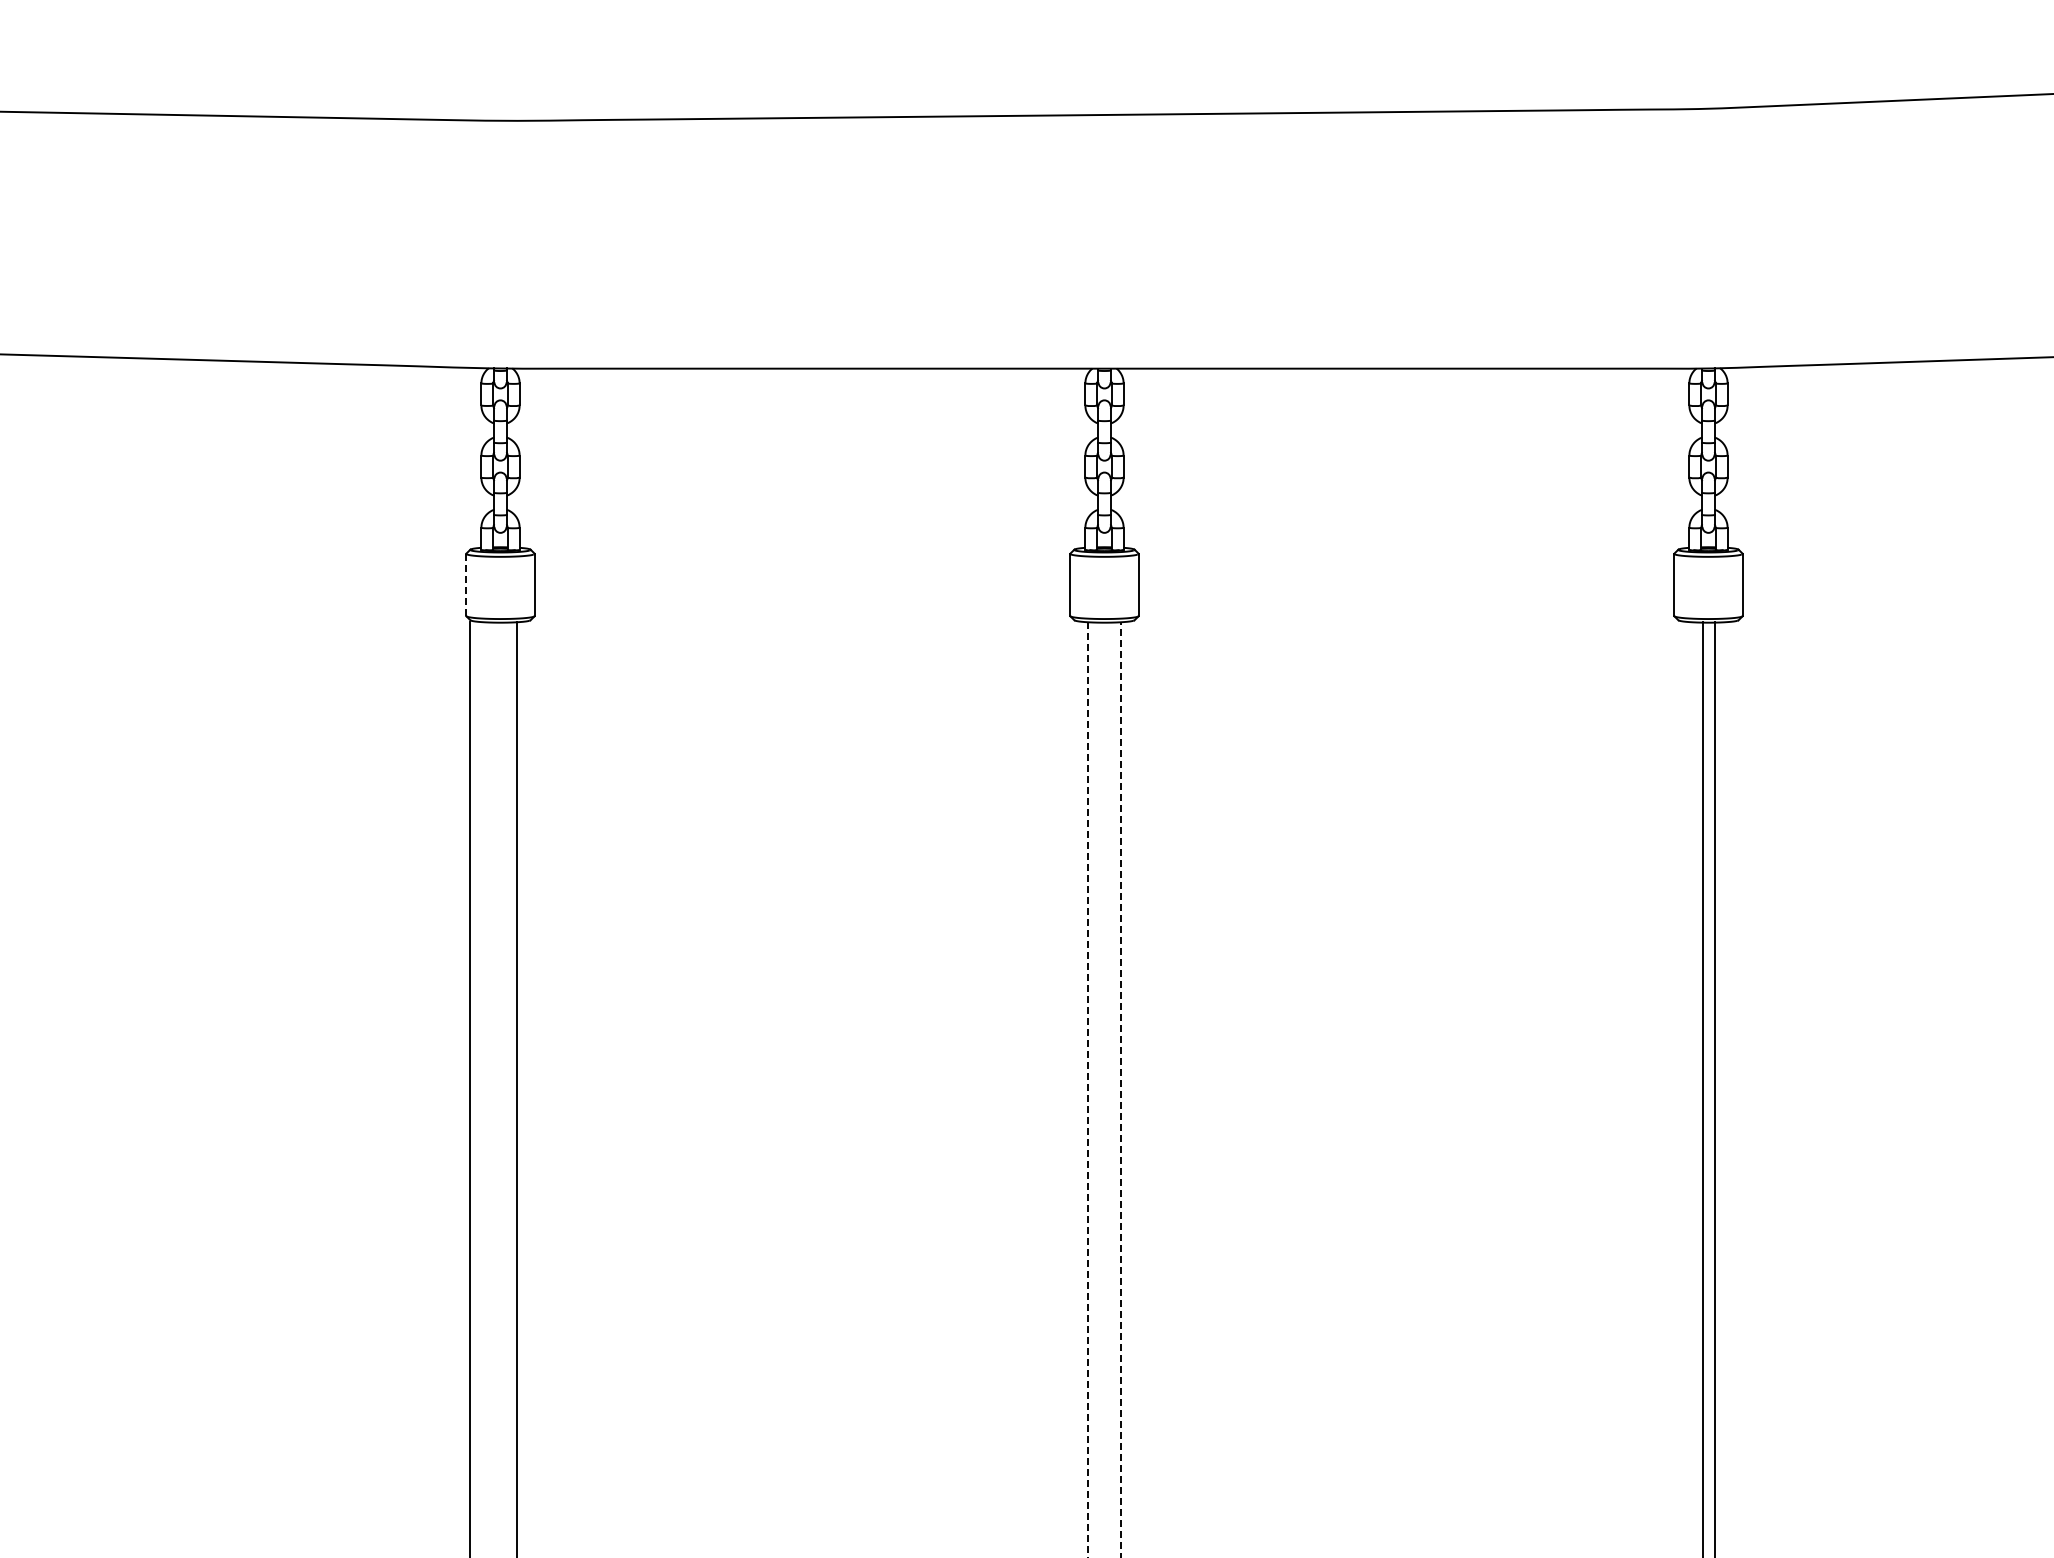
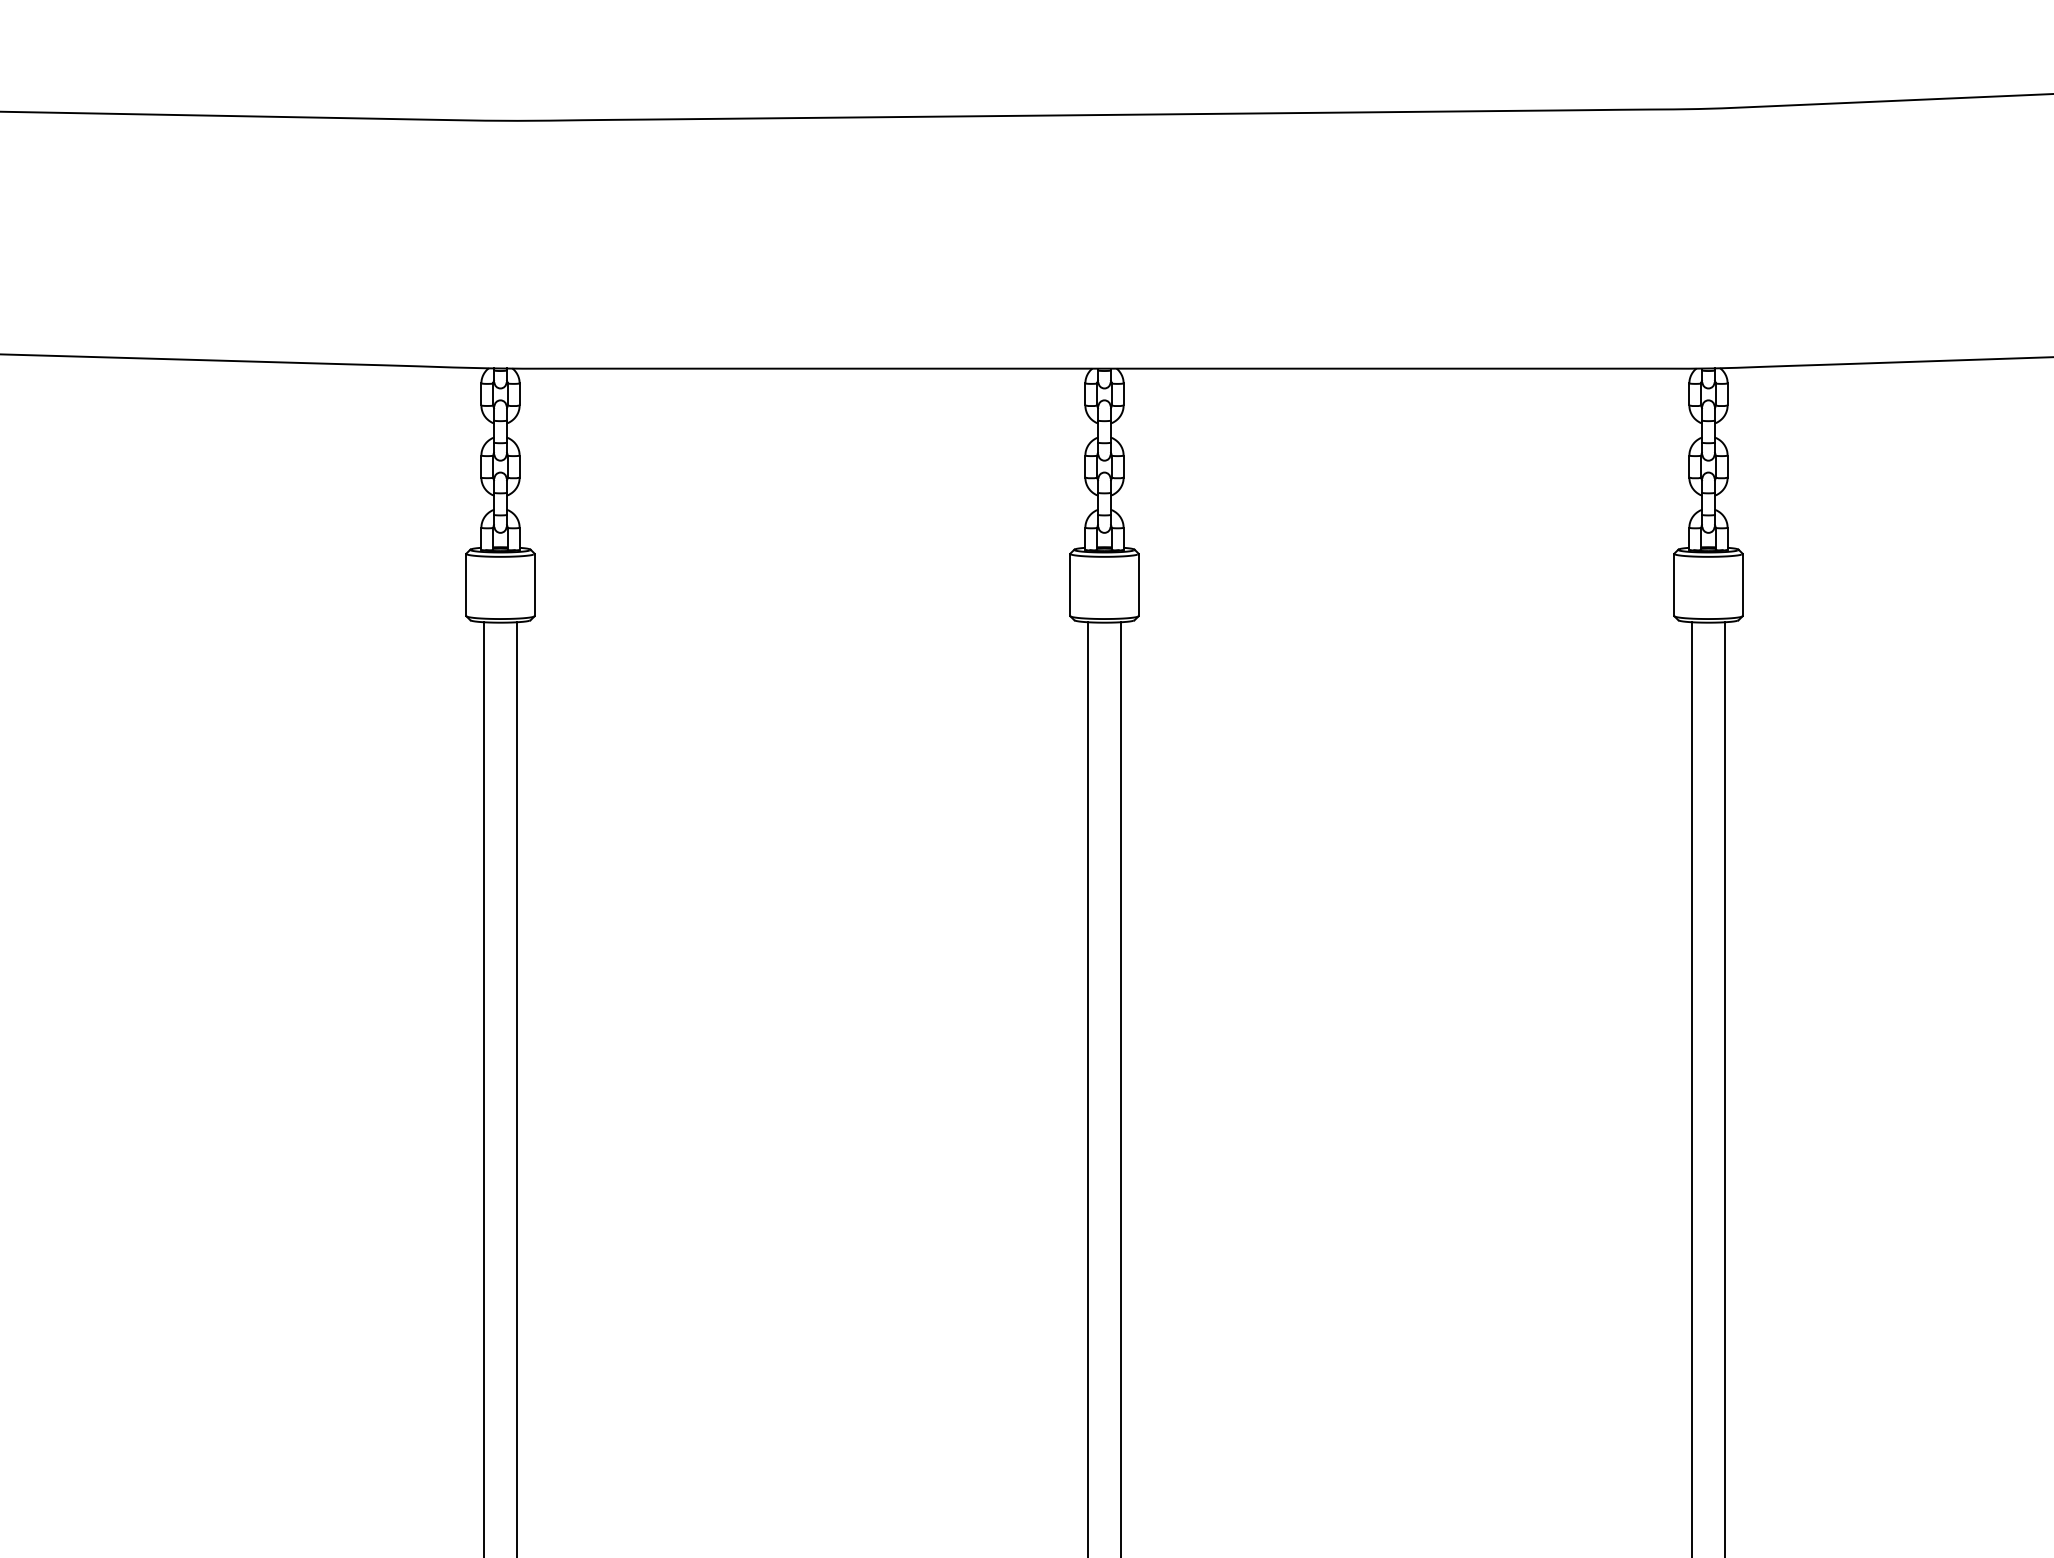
line at (466, 585): dashed -> solid
line at (470, 1088) position: (470, 1088) -> (484, 1088)
line at (1702, 1088) position: (1702, 1088) -> (1724, 1088)
line at (1715, 1088) position: (1715, 1088) -> (1692, 1088)
line at (1088, 1090): dashed -> solid
line at (1120, 1090): dashed -> solid
